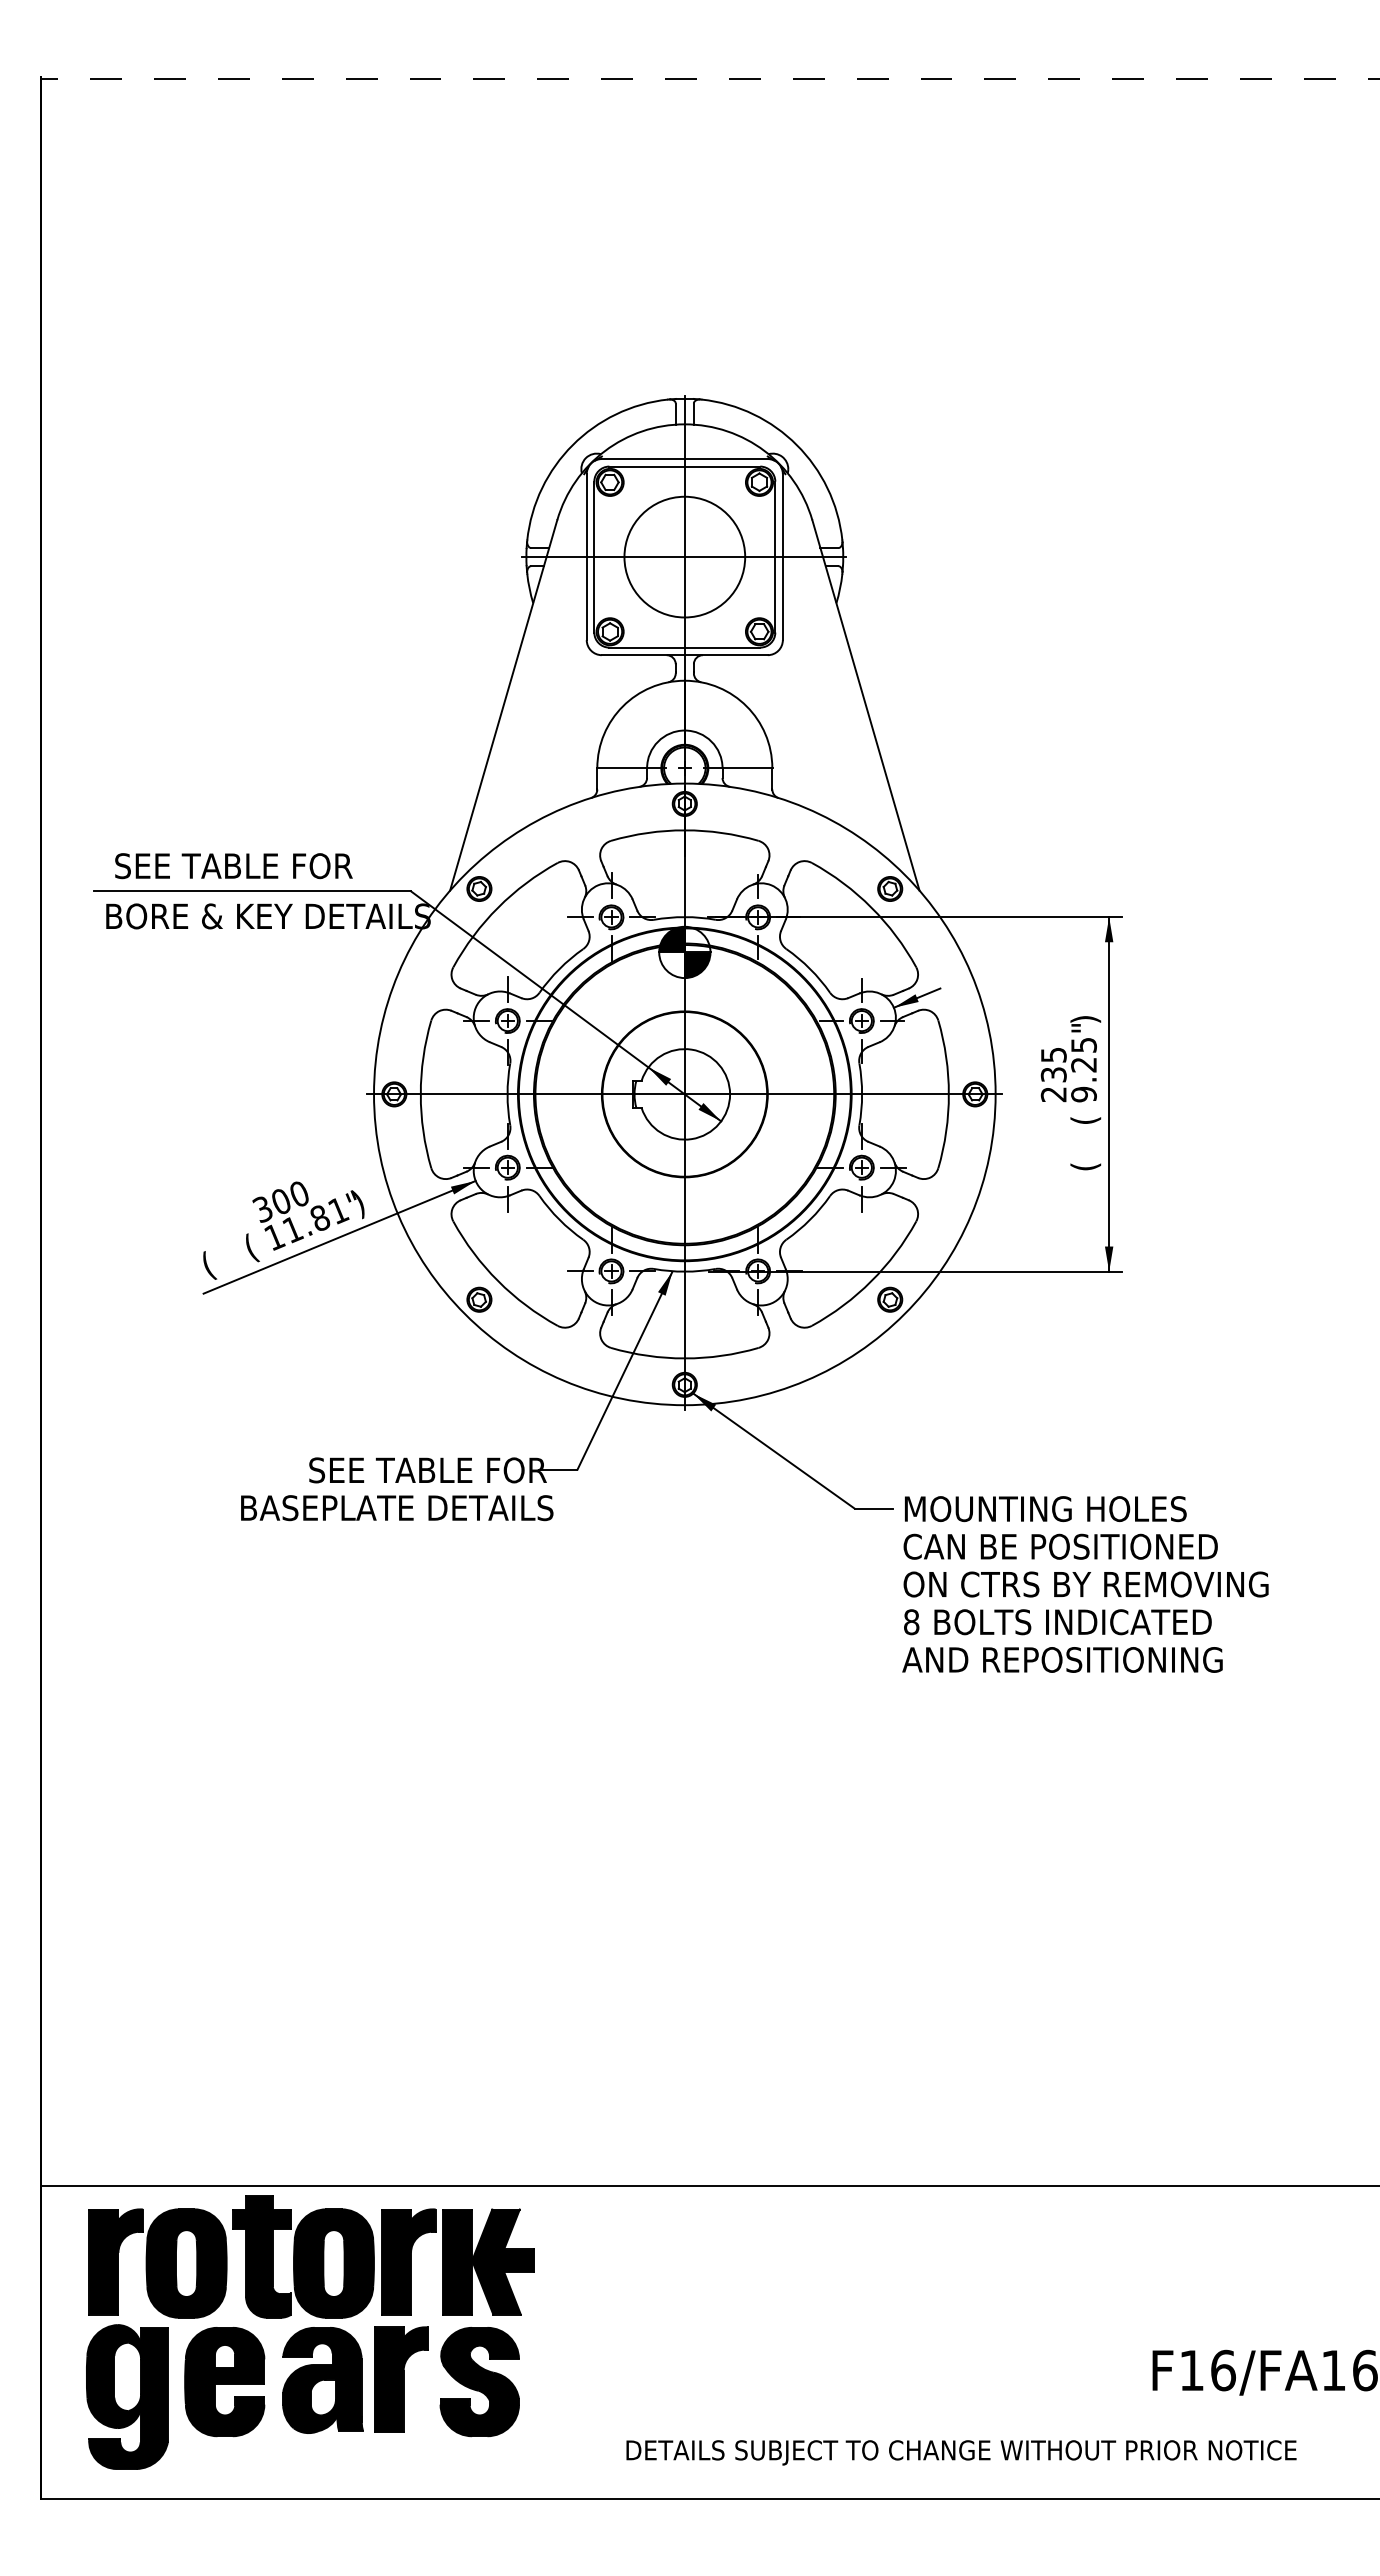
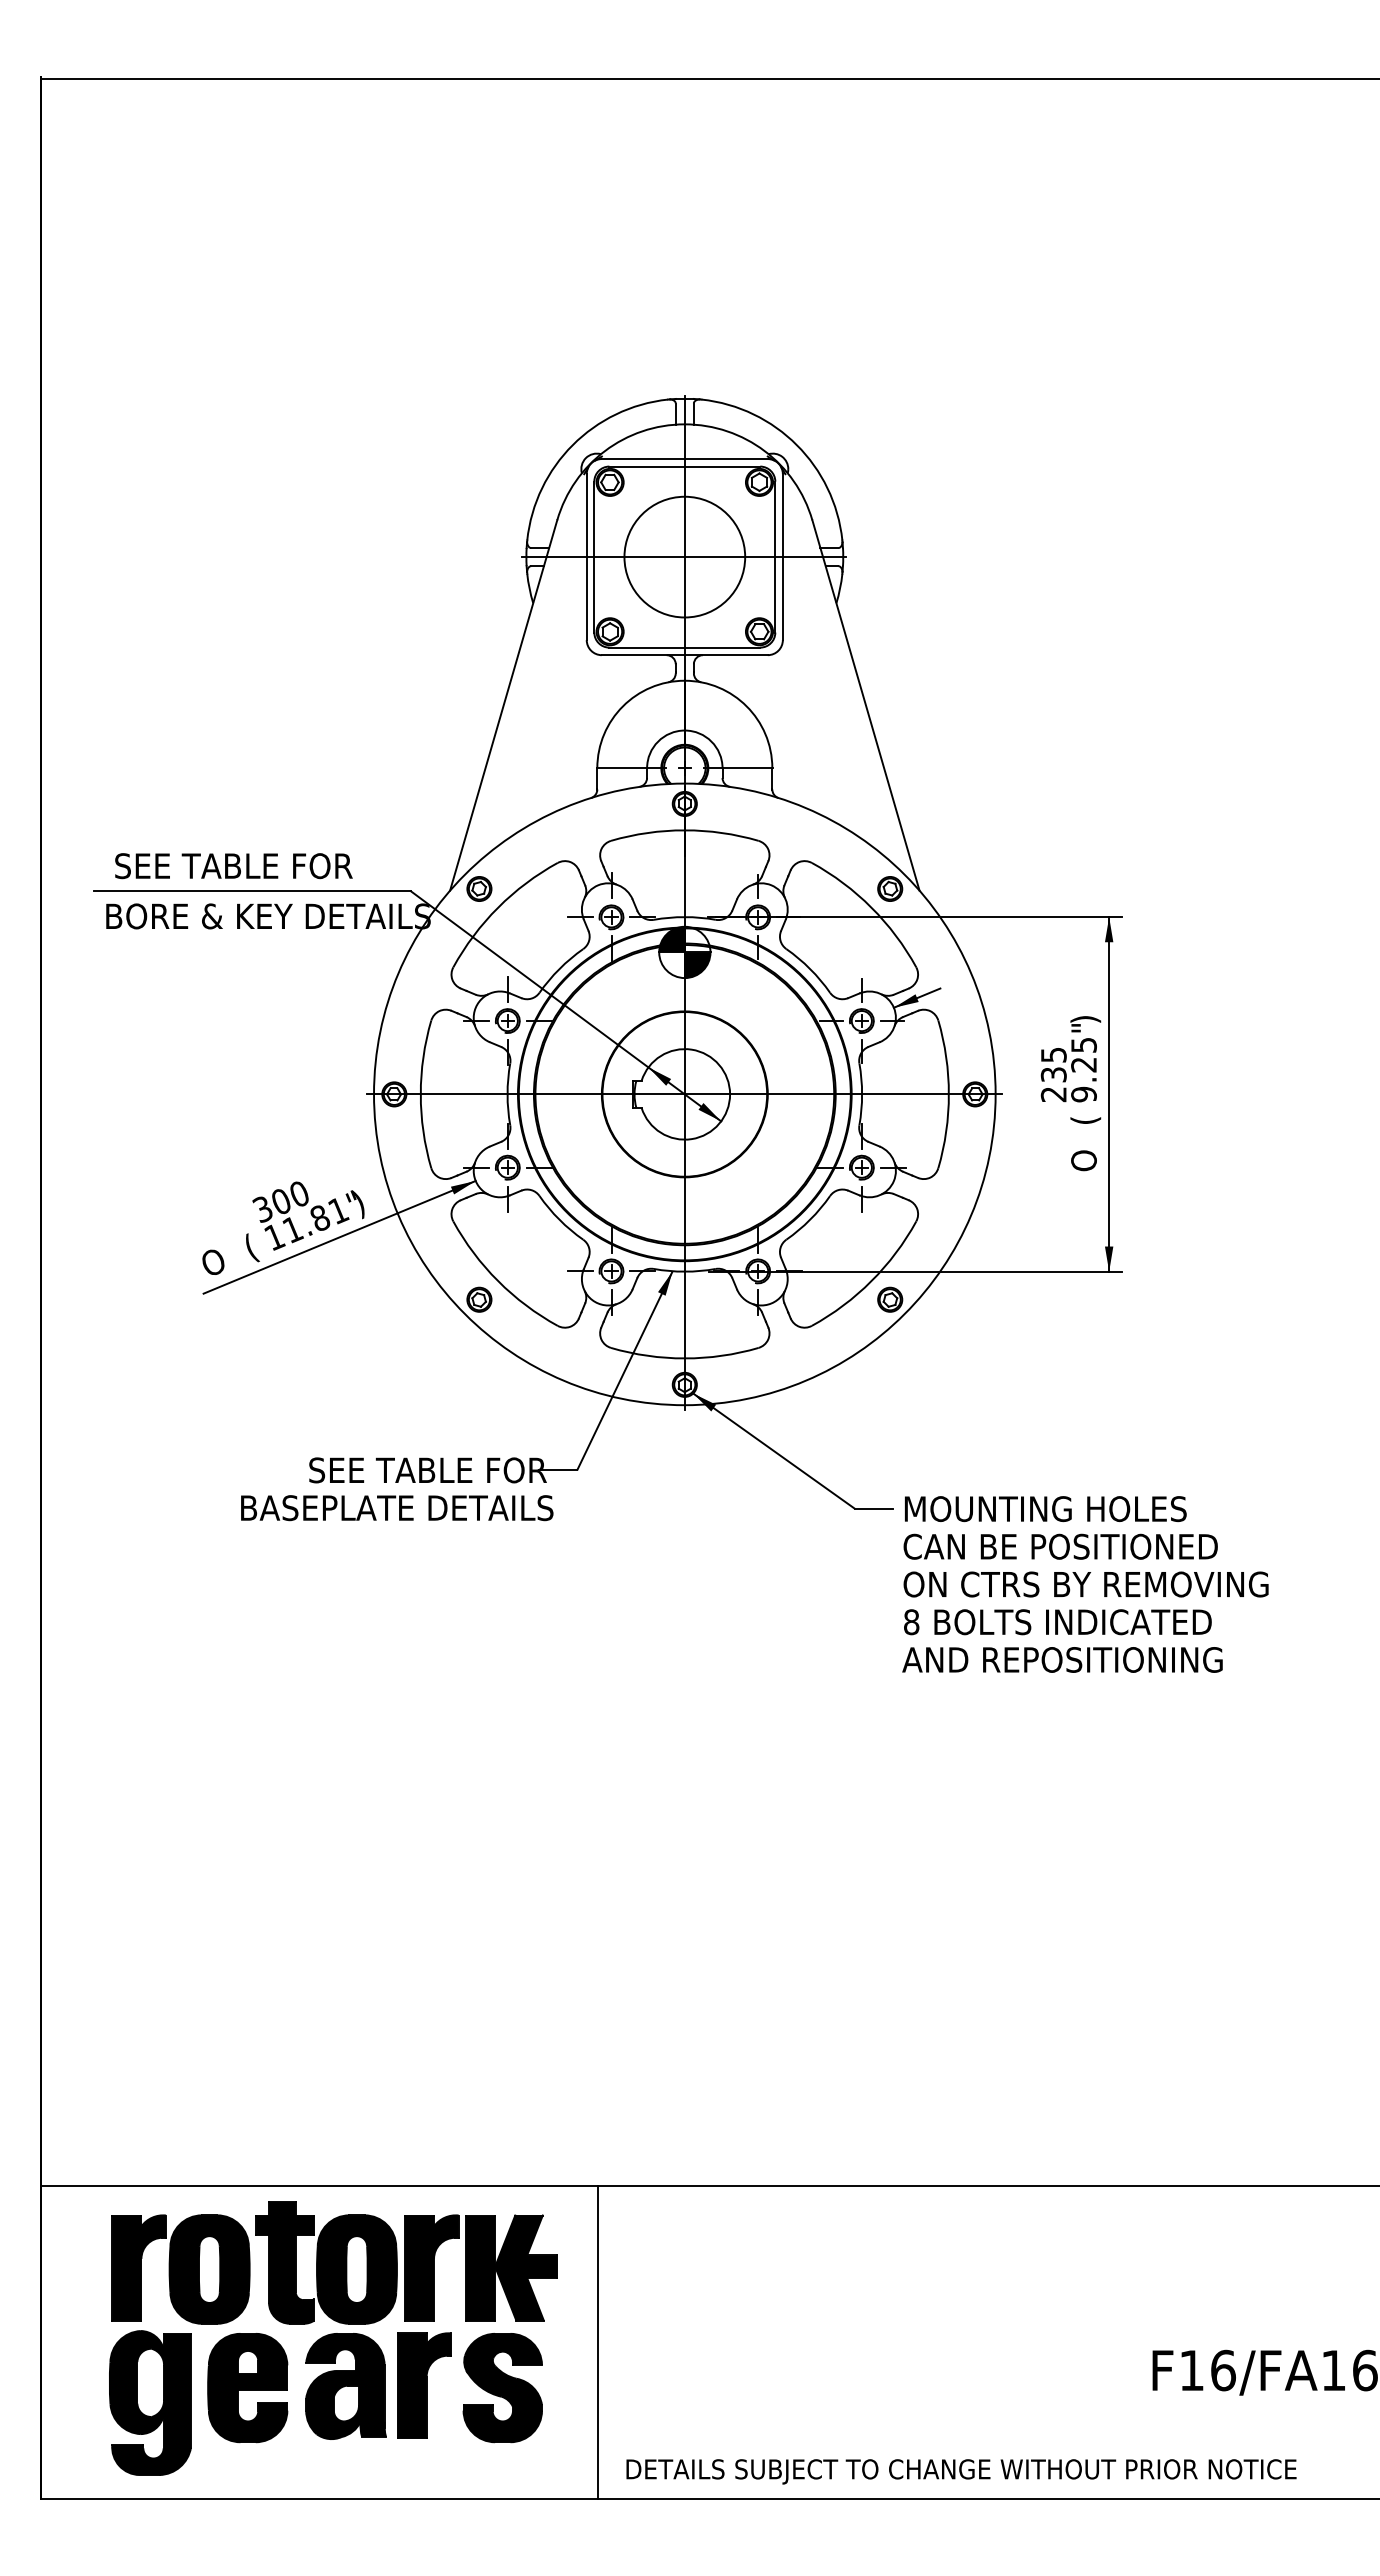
line at (710, 78): dashed -> solid
text at (1085, 1160): ( -> O
text at (213, 1264): ( -> O
part at (310, 2332) position: (310, 2332) -> (333, 2338)
line at (597, 2342): none -> present
text at (961, 2452) position: (961, 2452) -> (961, 2471)
